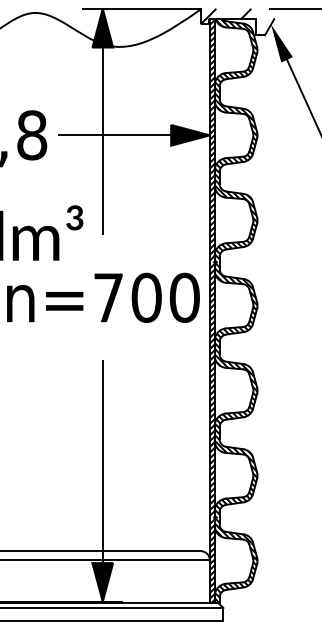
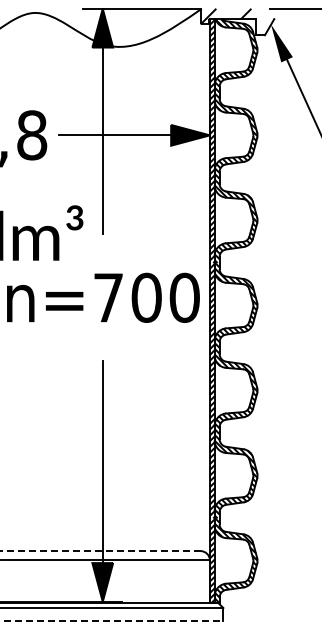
line at (100, 551): solid -> dashed
line at (112, 620): solid -> dashed
